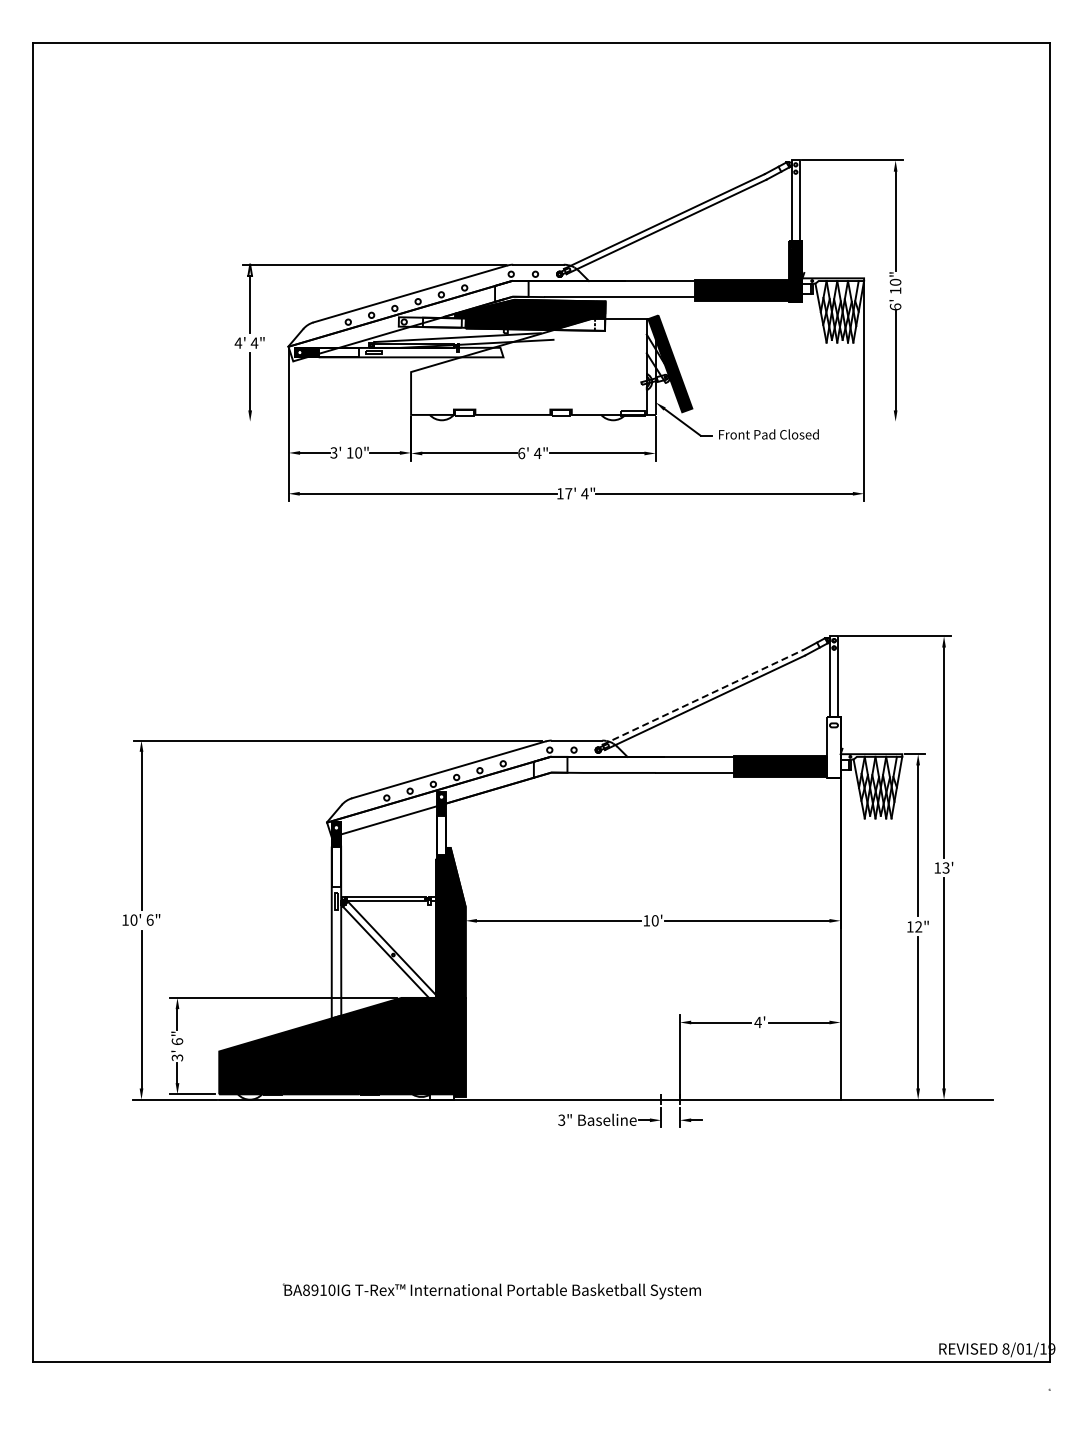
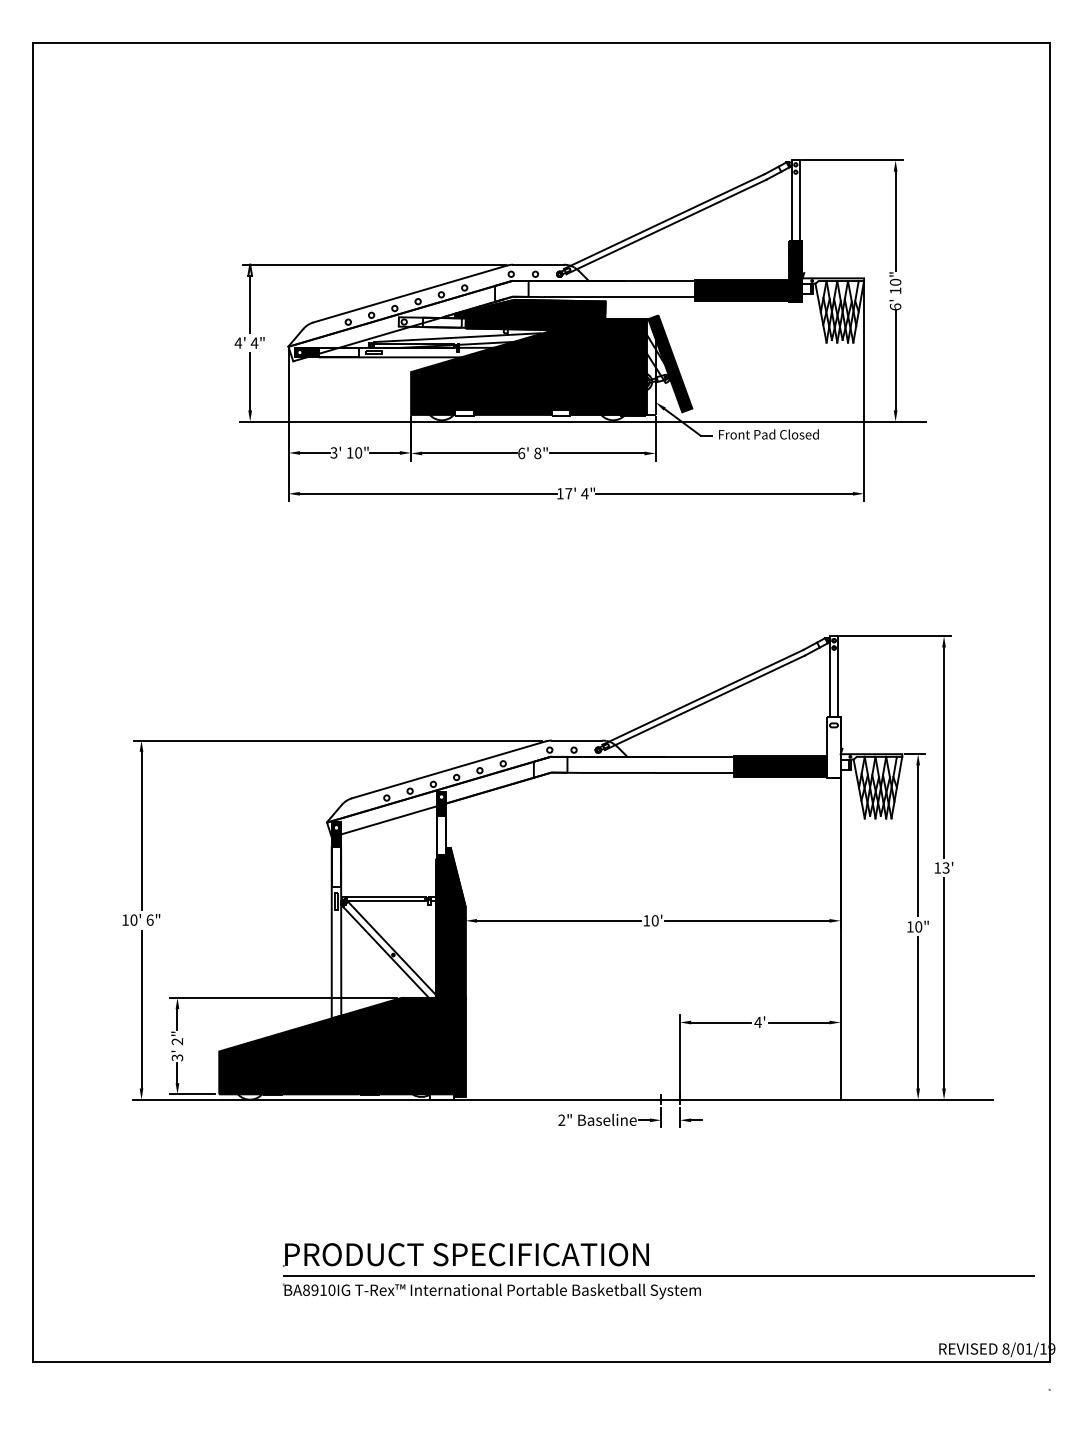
fill at (528, 366): none -> present
line at (582, 421): none -> present
text at (537, 453): 4" -> 8"
line at (703, 697): dashed -> solid
text at (918, 926): 12" -> 10"
text at (177, 1041): 6" -> 2"
text at (561, 1120): 3" -> 2"
part at (465, 1254): none -> present
line at (658, 1276): none -> present
